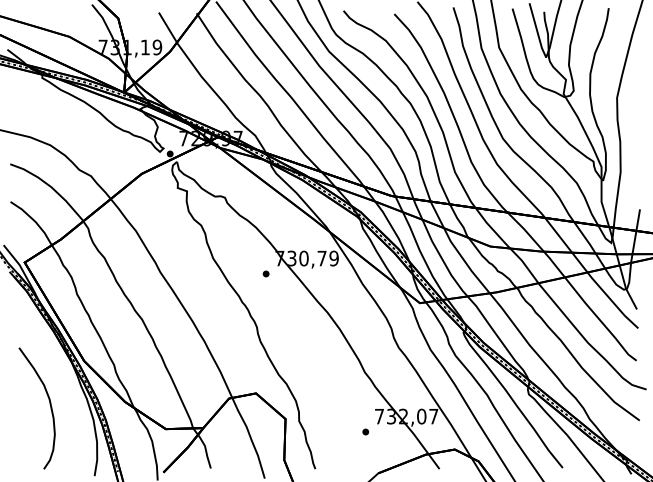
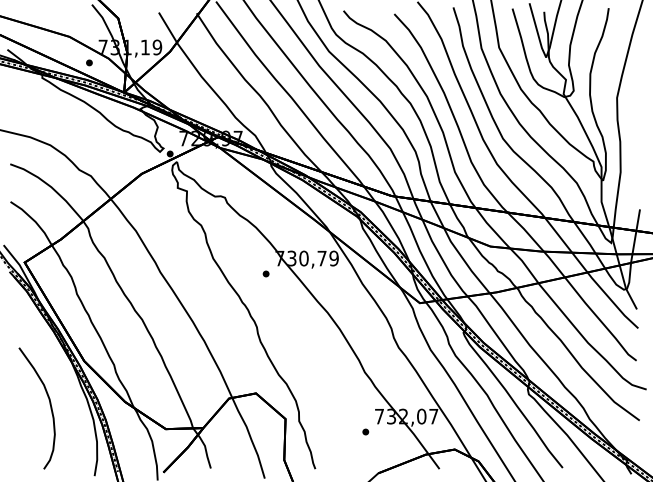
part at (89, 62): none -> present
